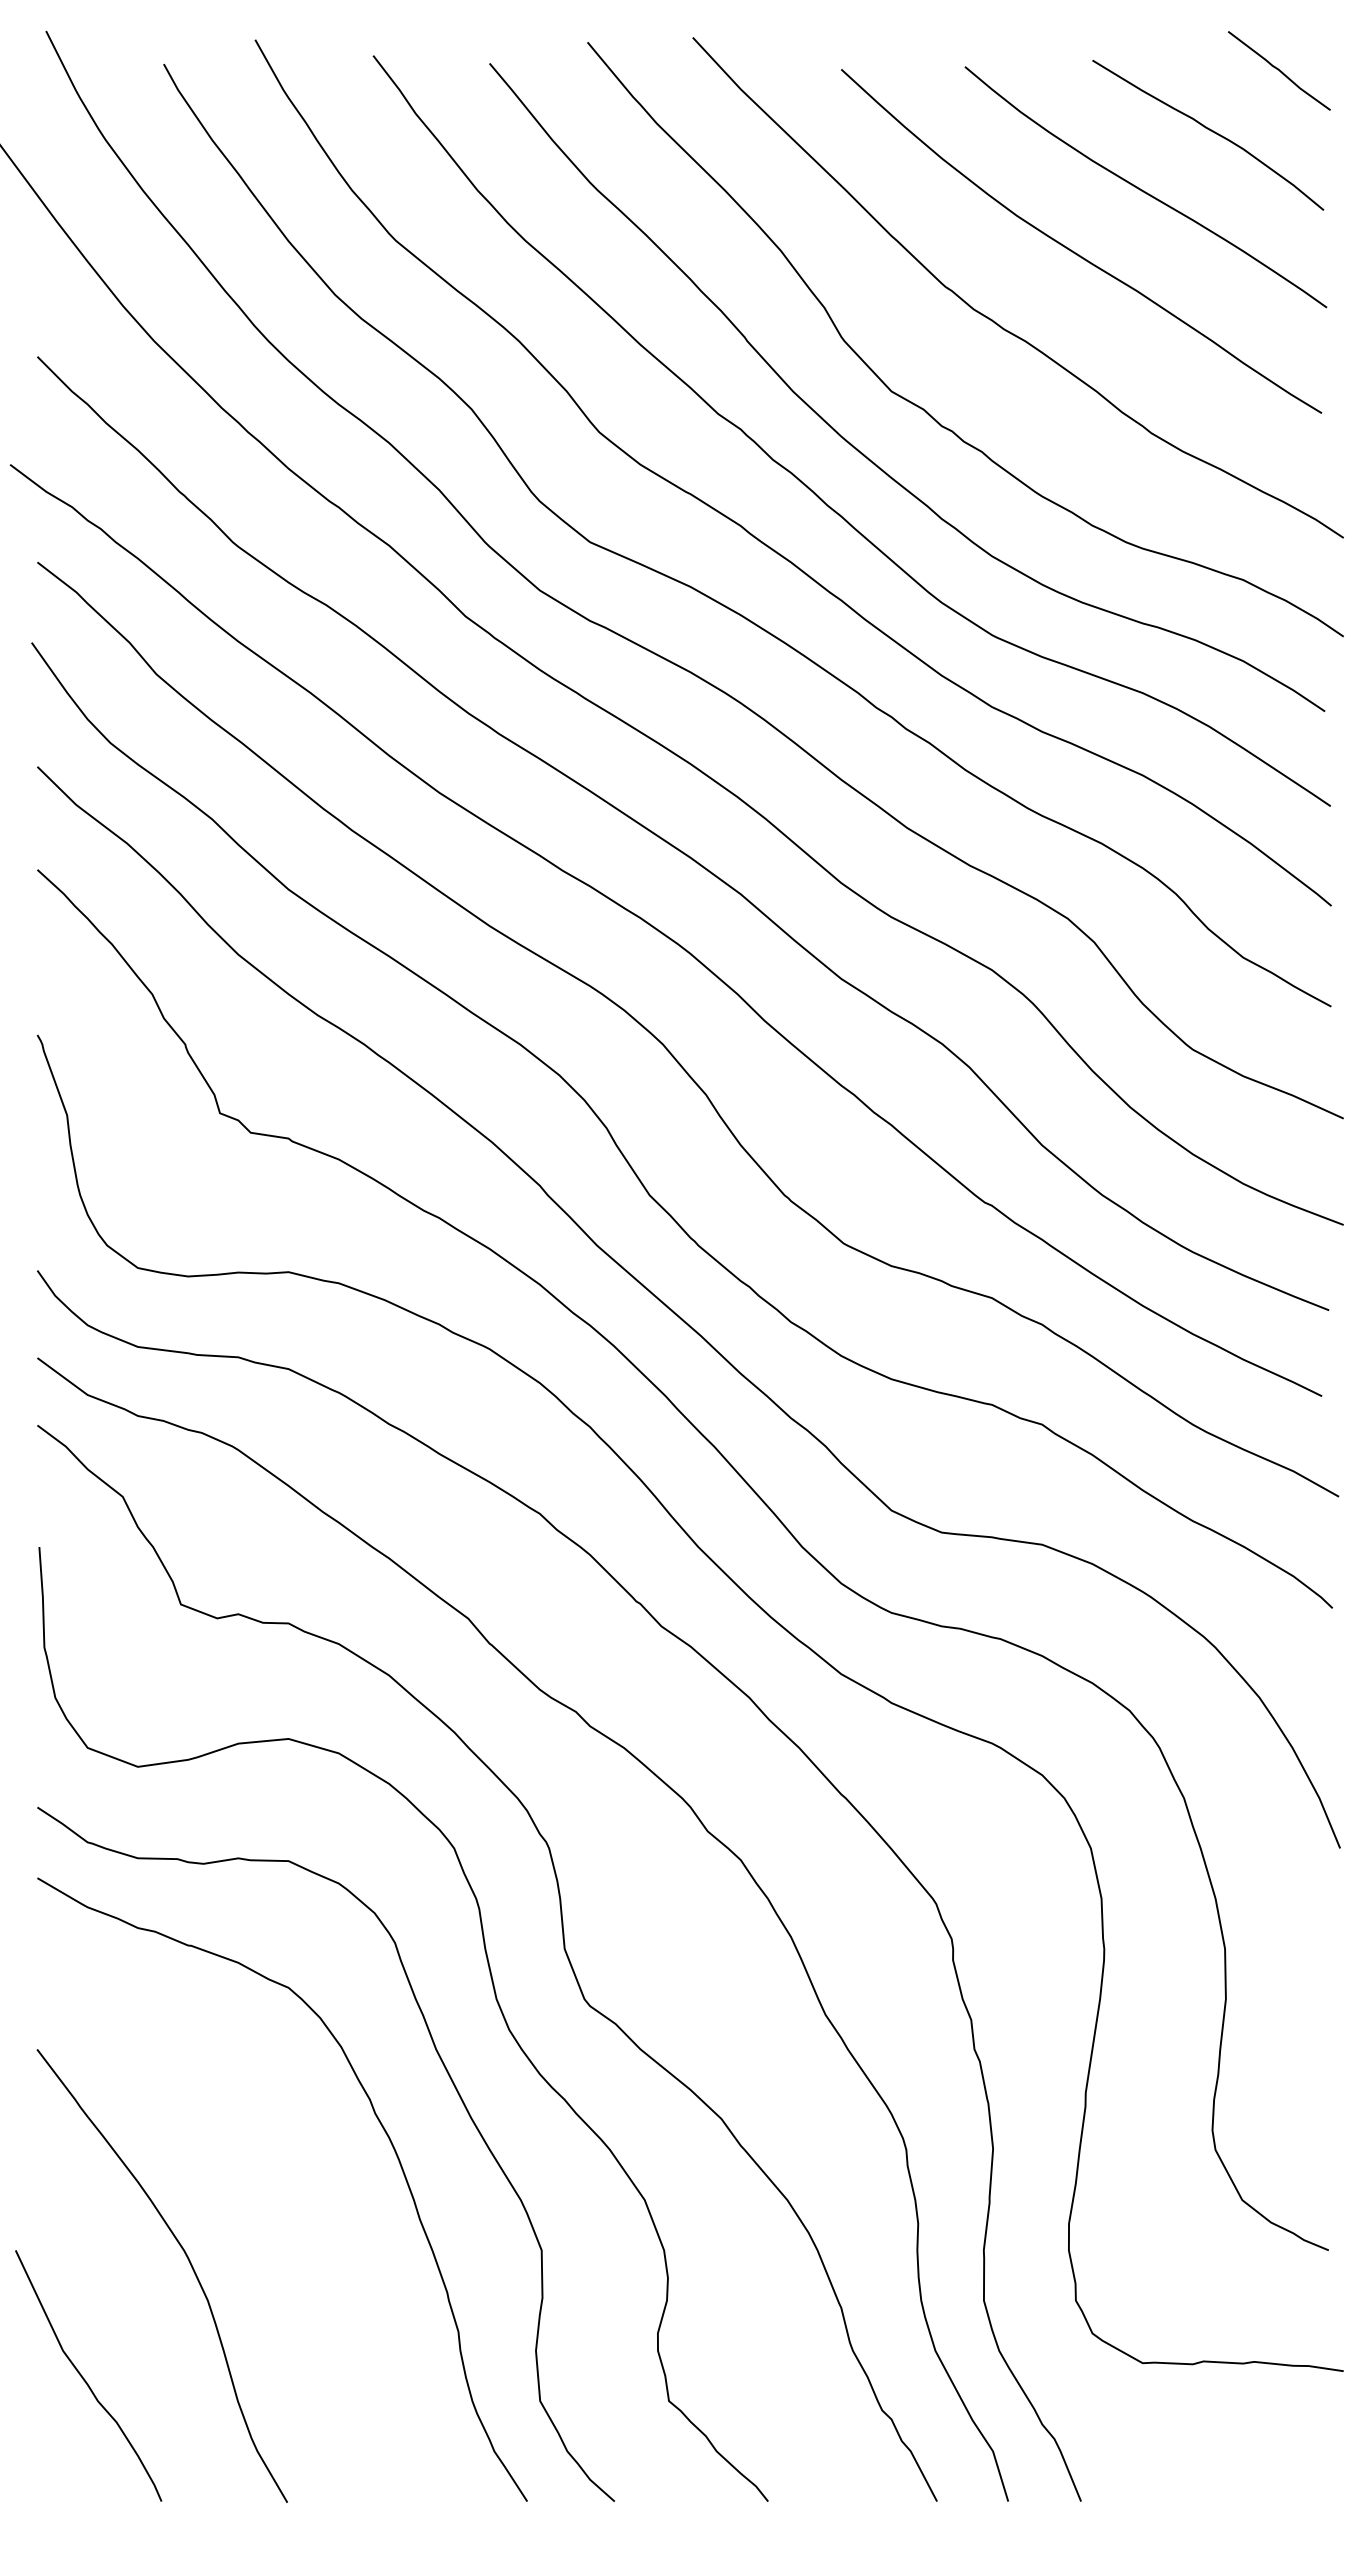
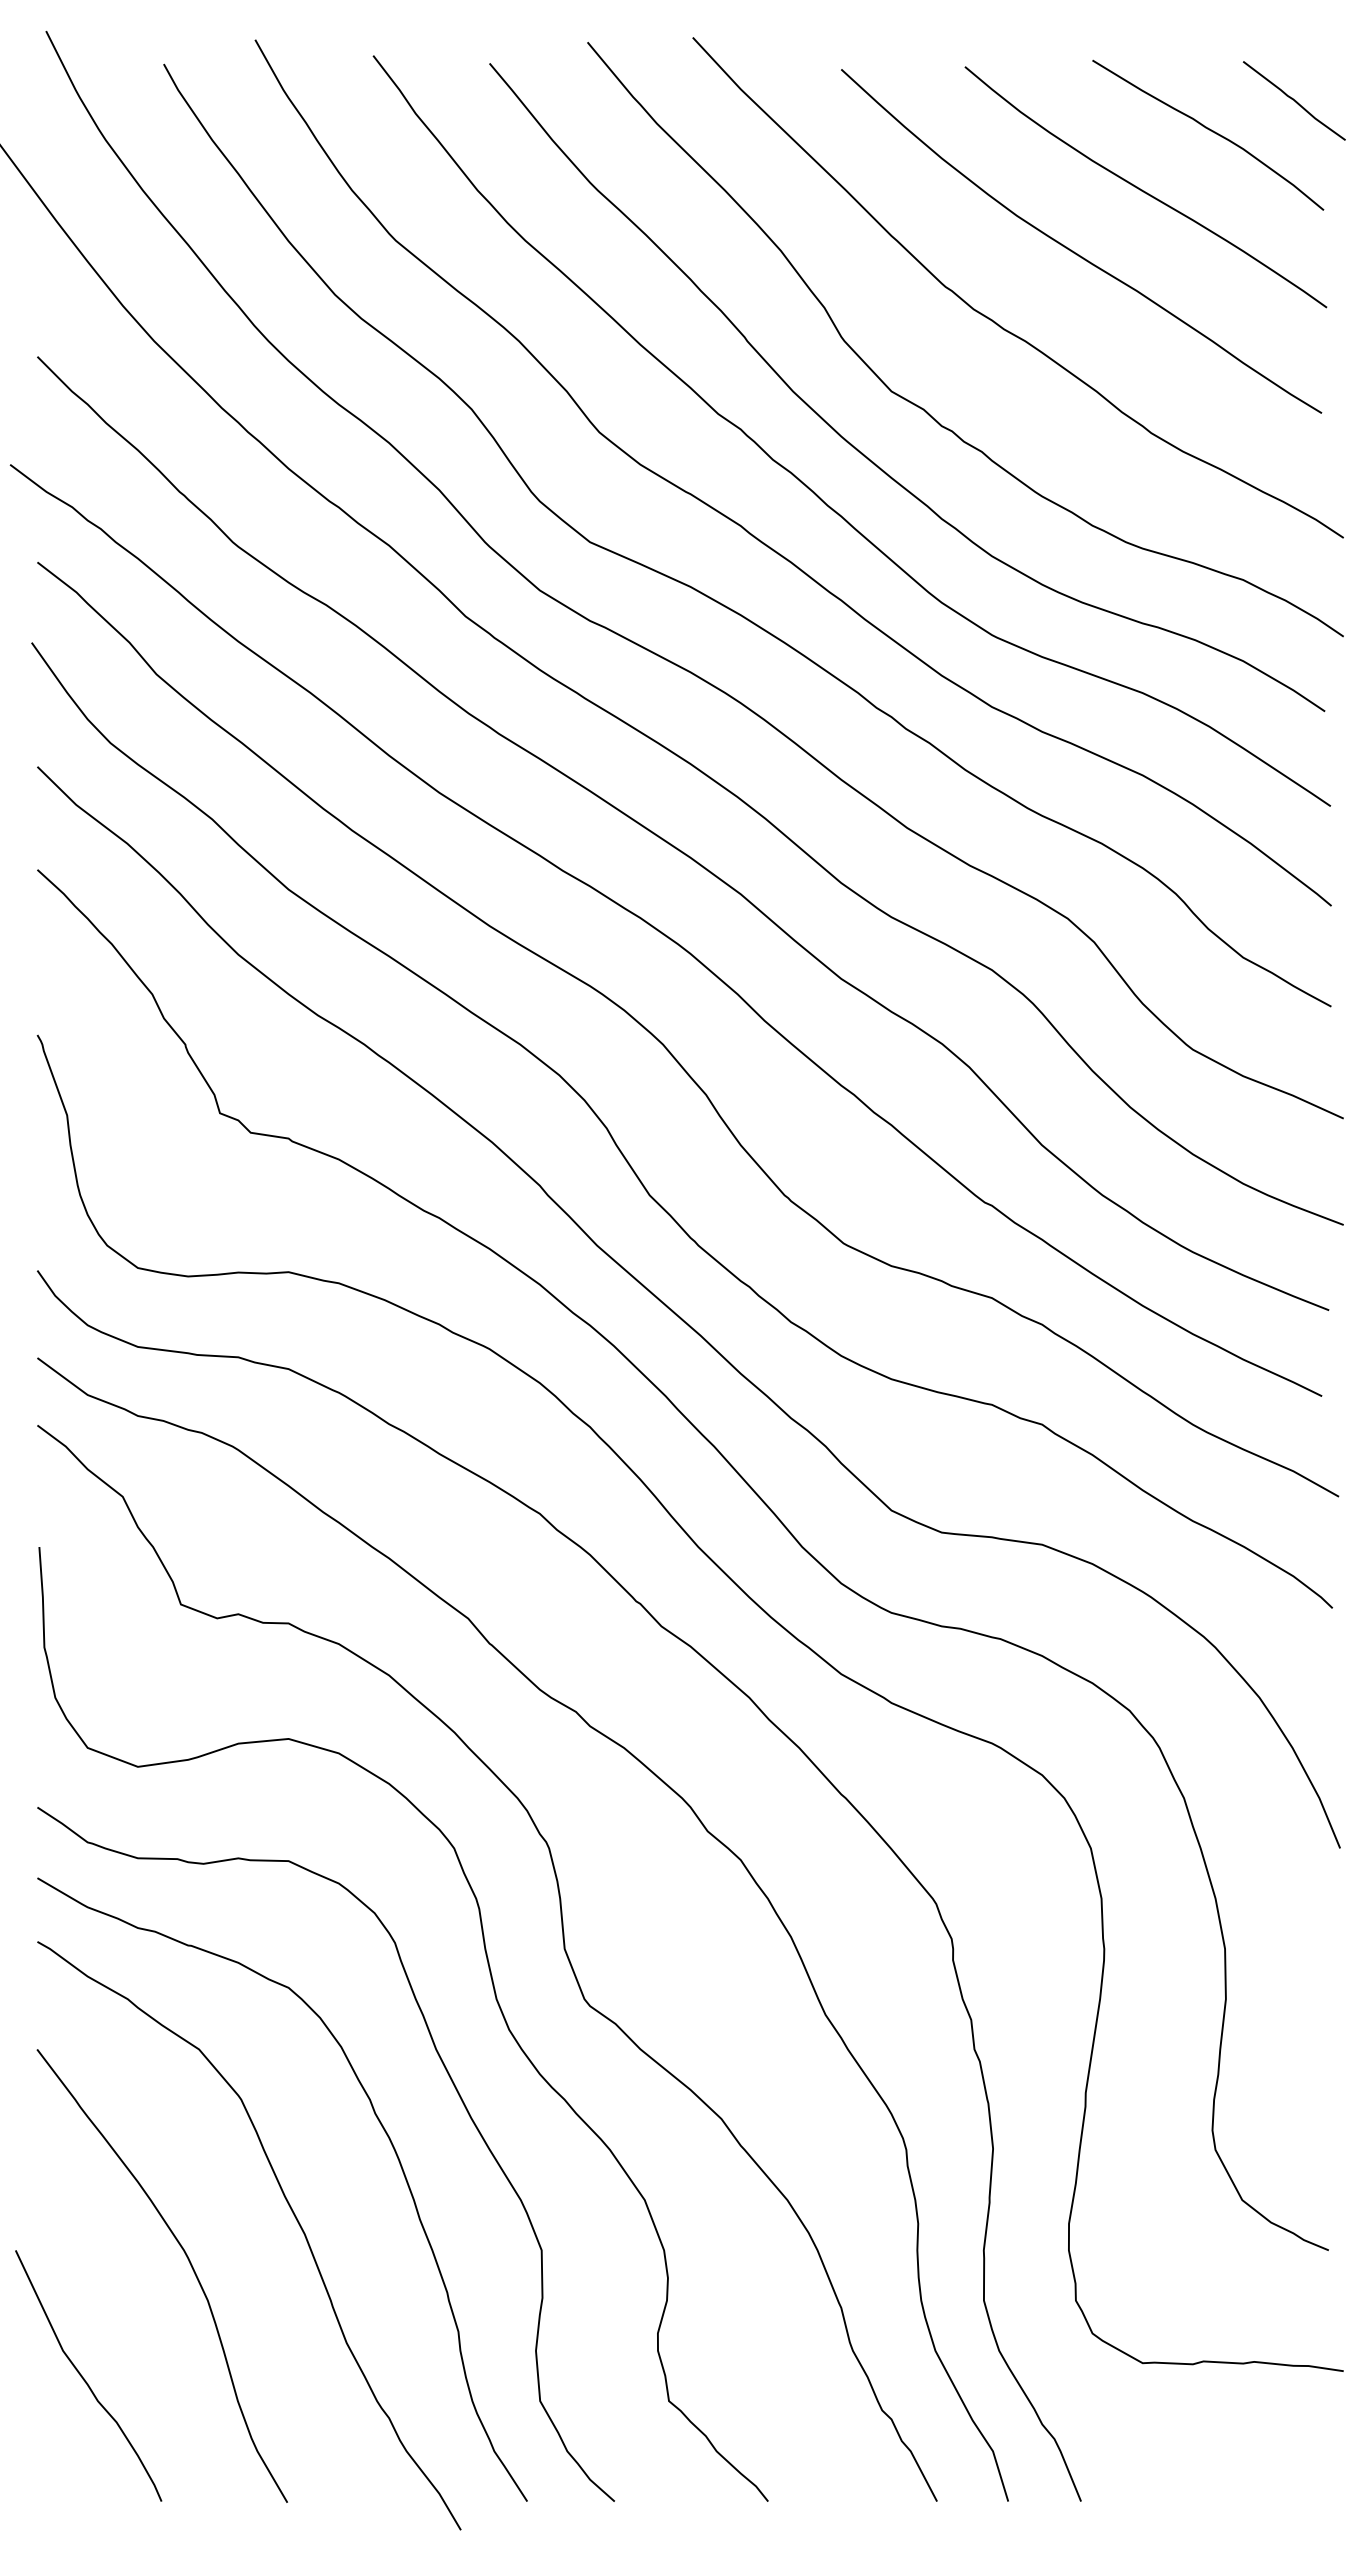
curve at (1279, 70) position: (1279, 70) -> (1294, 100)
curve at (292, 2213): none -> present
